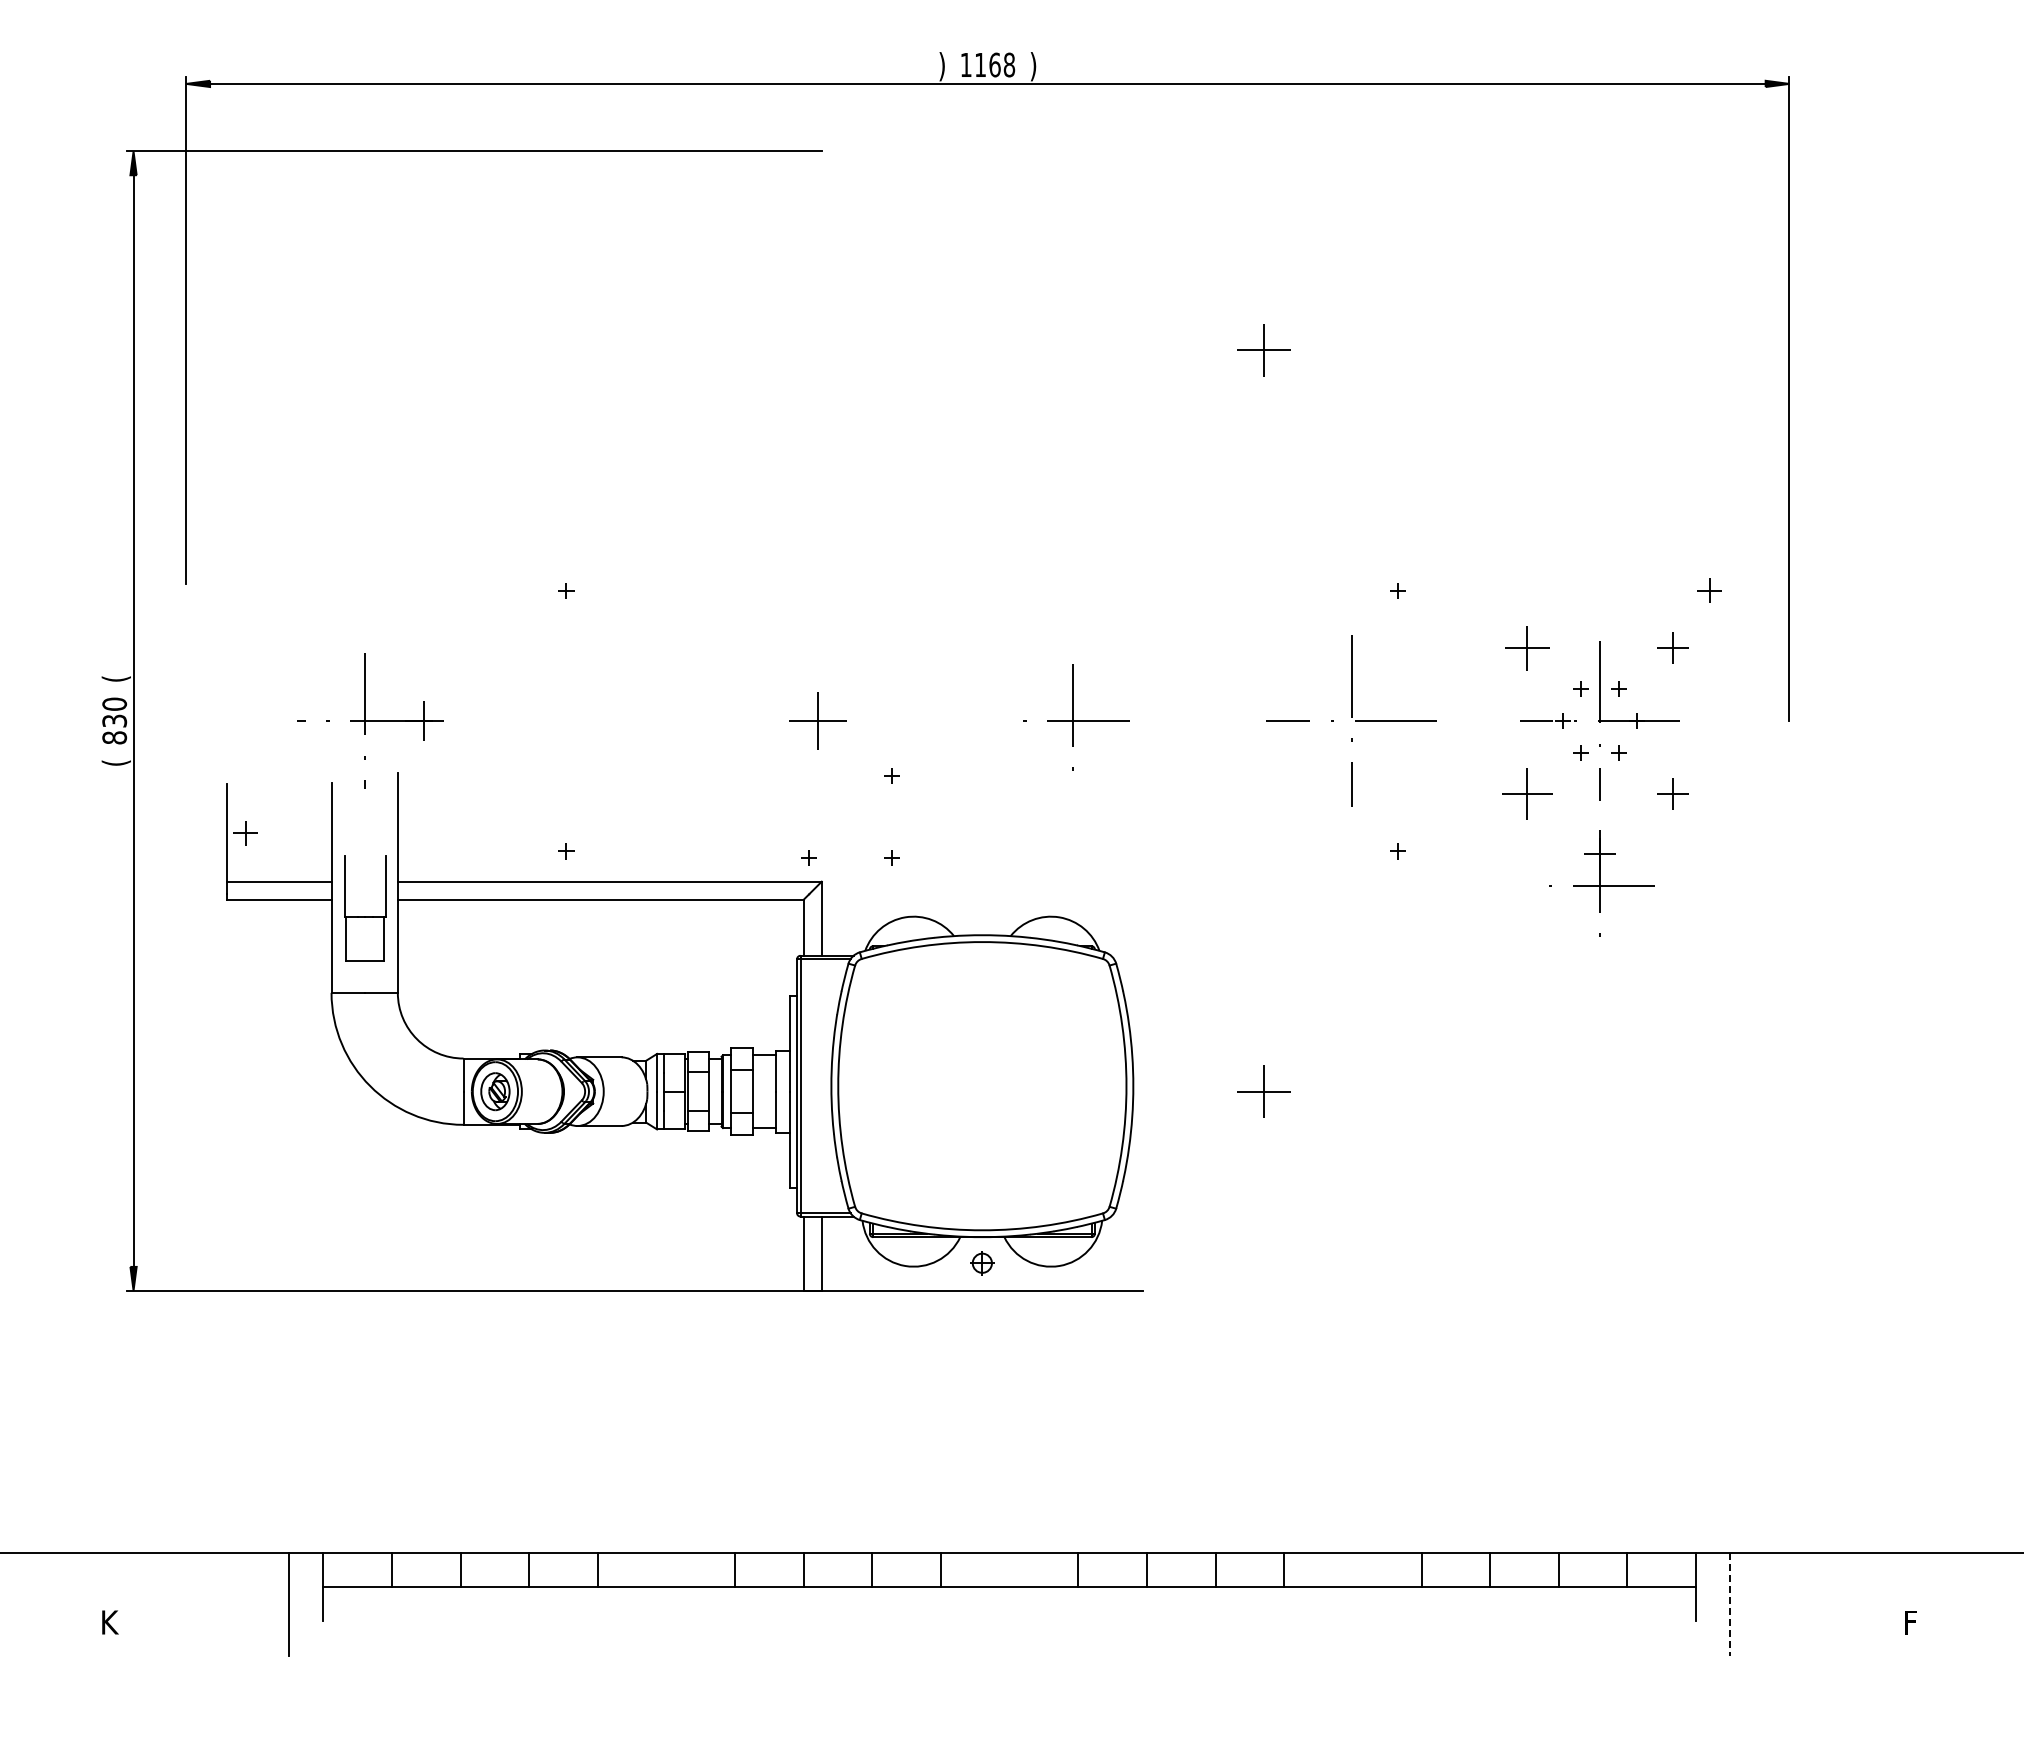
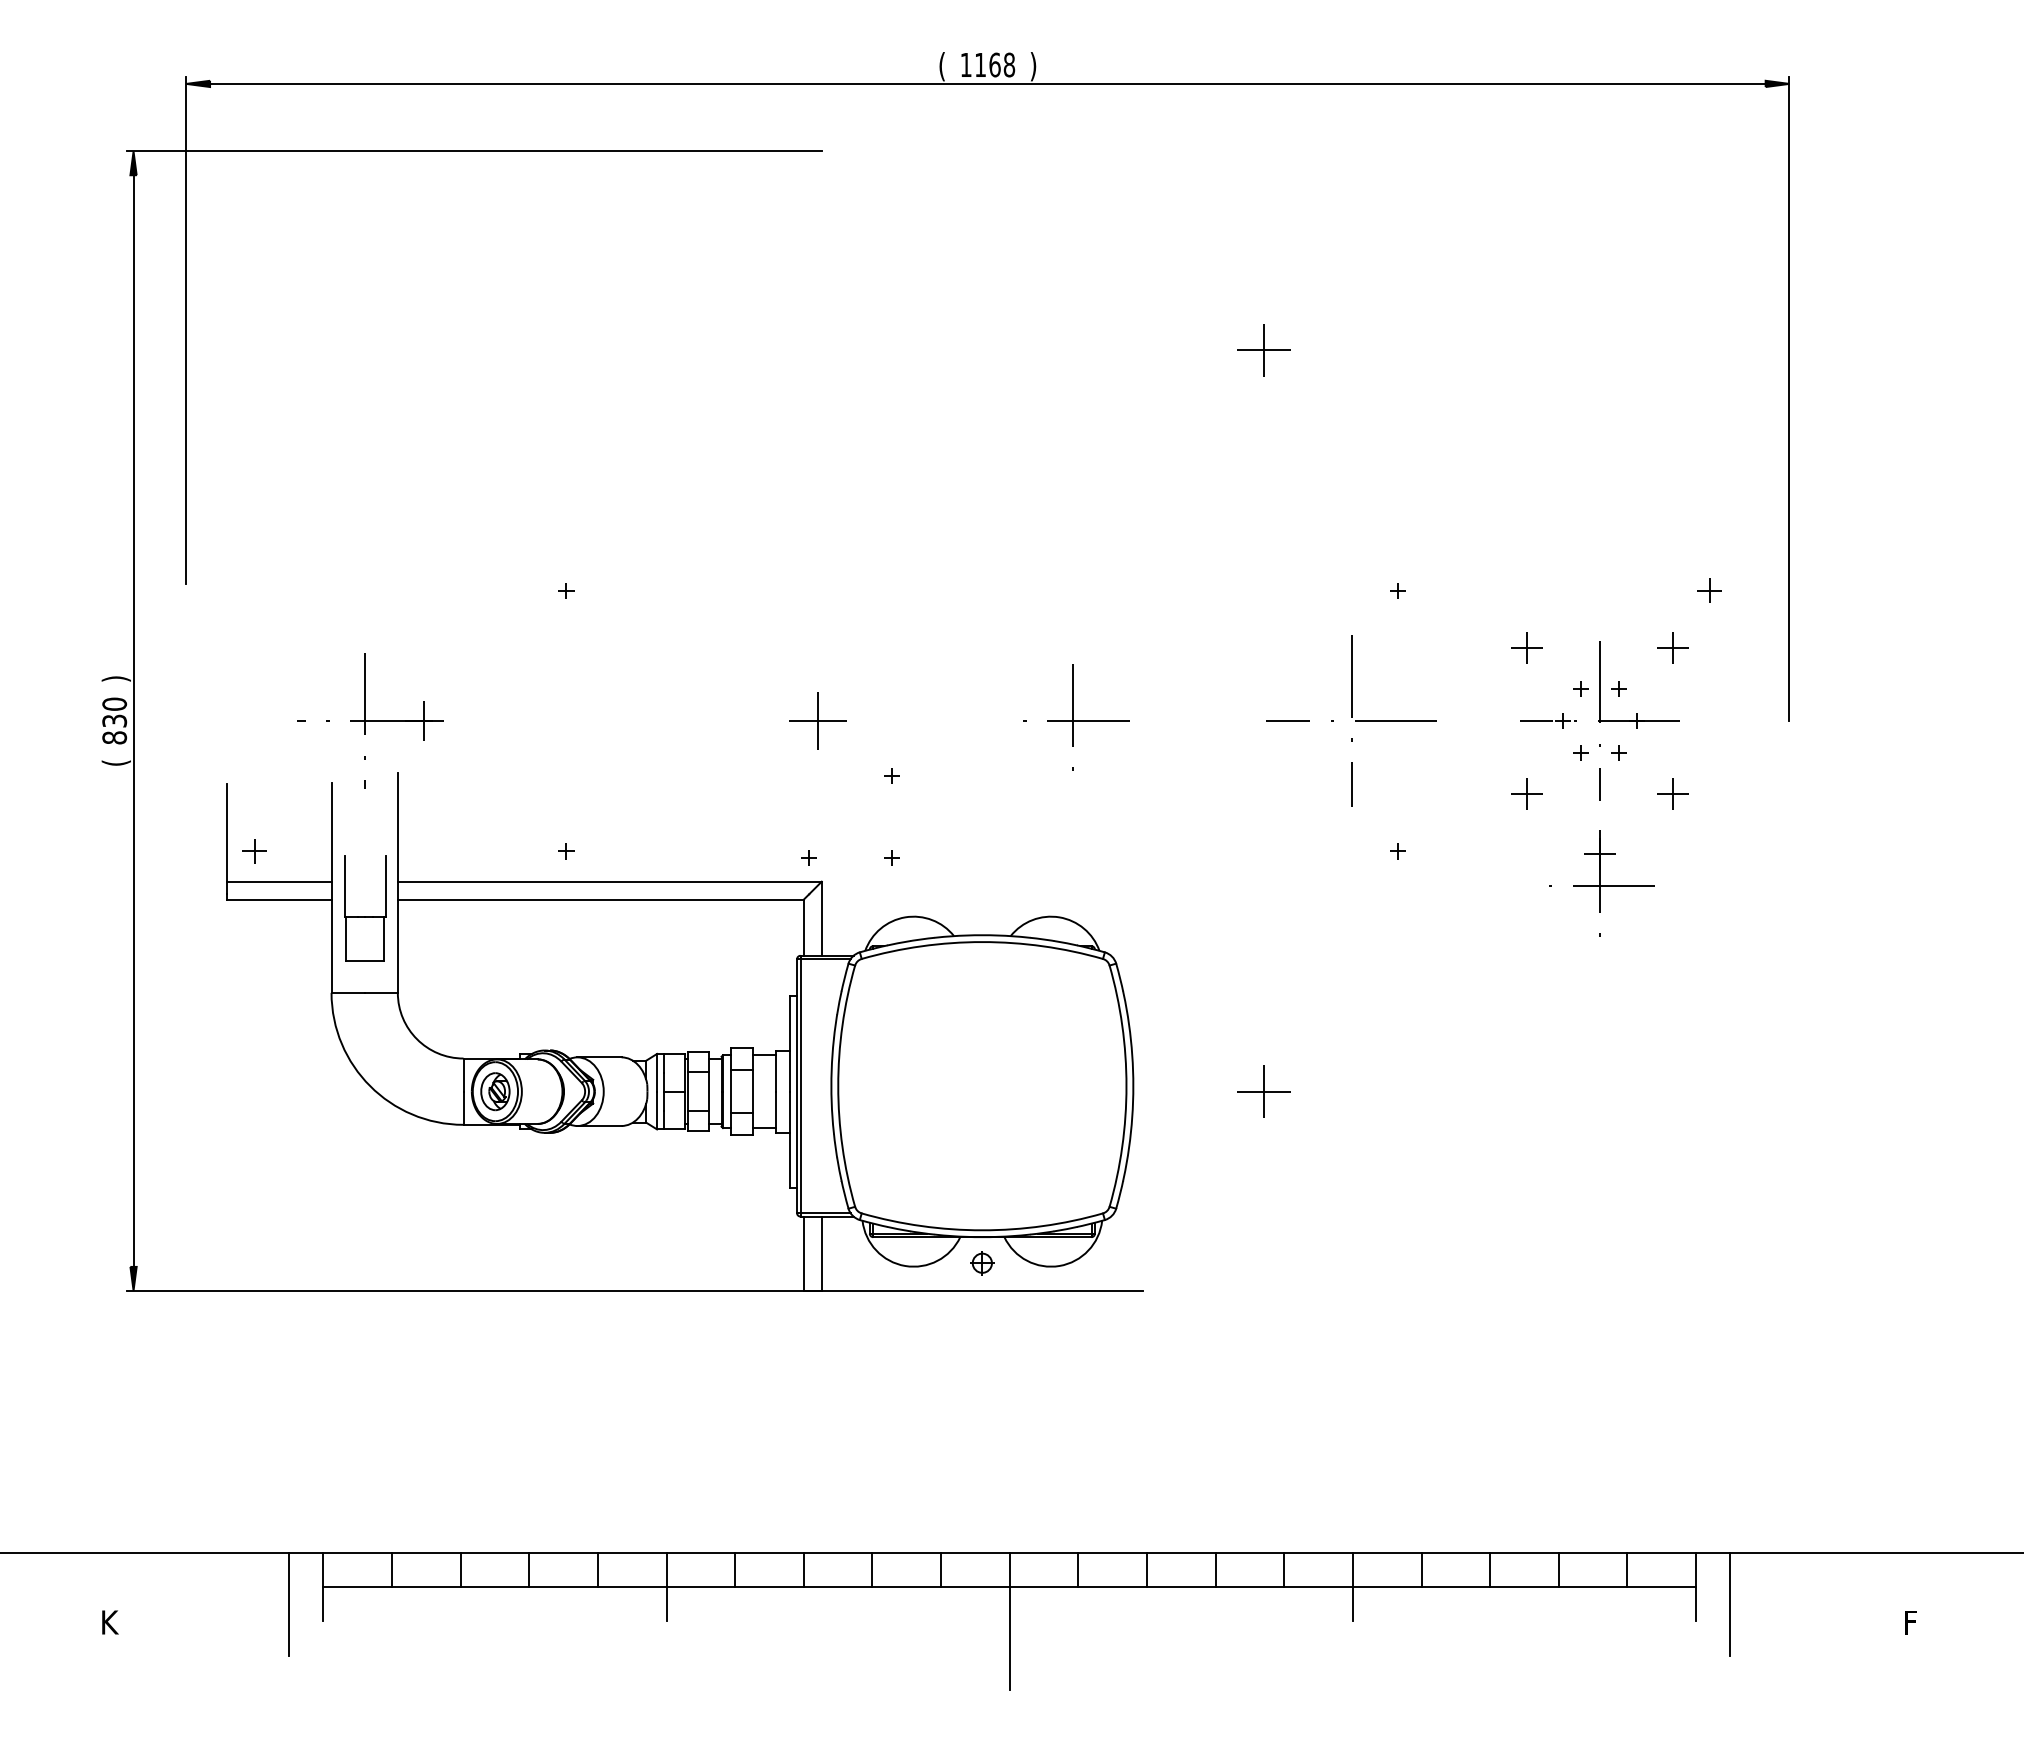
text at (941, 66): ) -> (
part at (1527, 648) size: 45x45 px -> 32x32 px
text at (115, 678): ( -> )
part at (1527, 793) size: 51x52 px -> 32x32 px
part at (245, 833) position: (245, 833) -> (254, 851)
line at (666, 1586): none -> present
line at (1352, 1586): none -> present
line at (1730, 1604): dashed -> solid
line at (1009, 1620): none -> present
